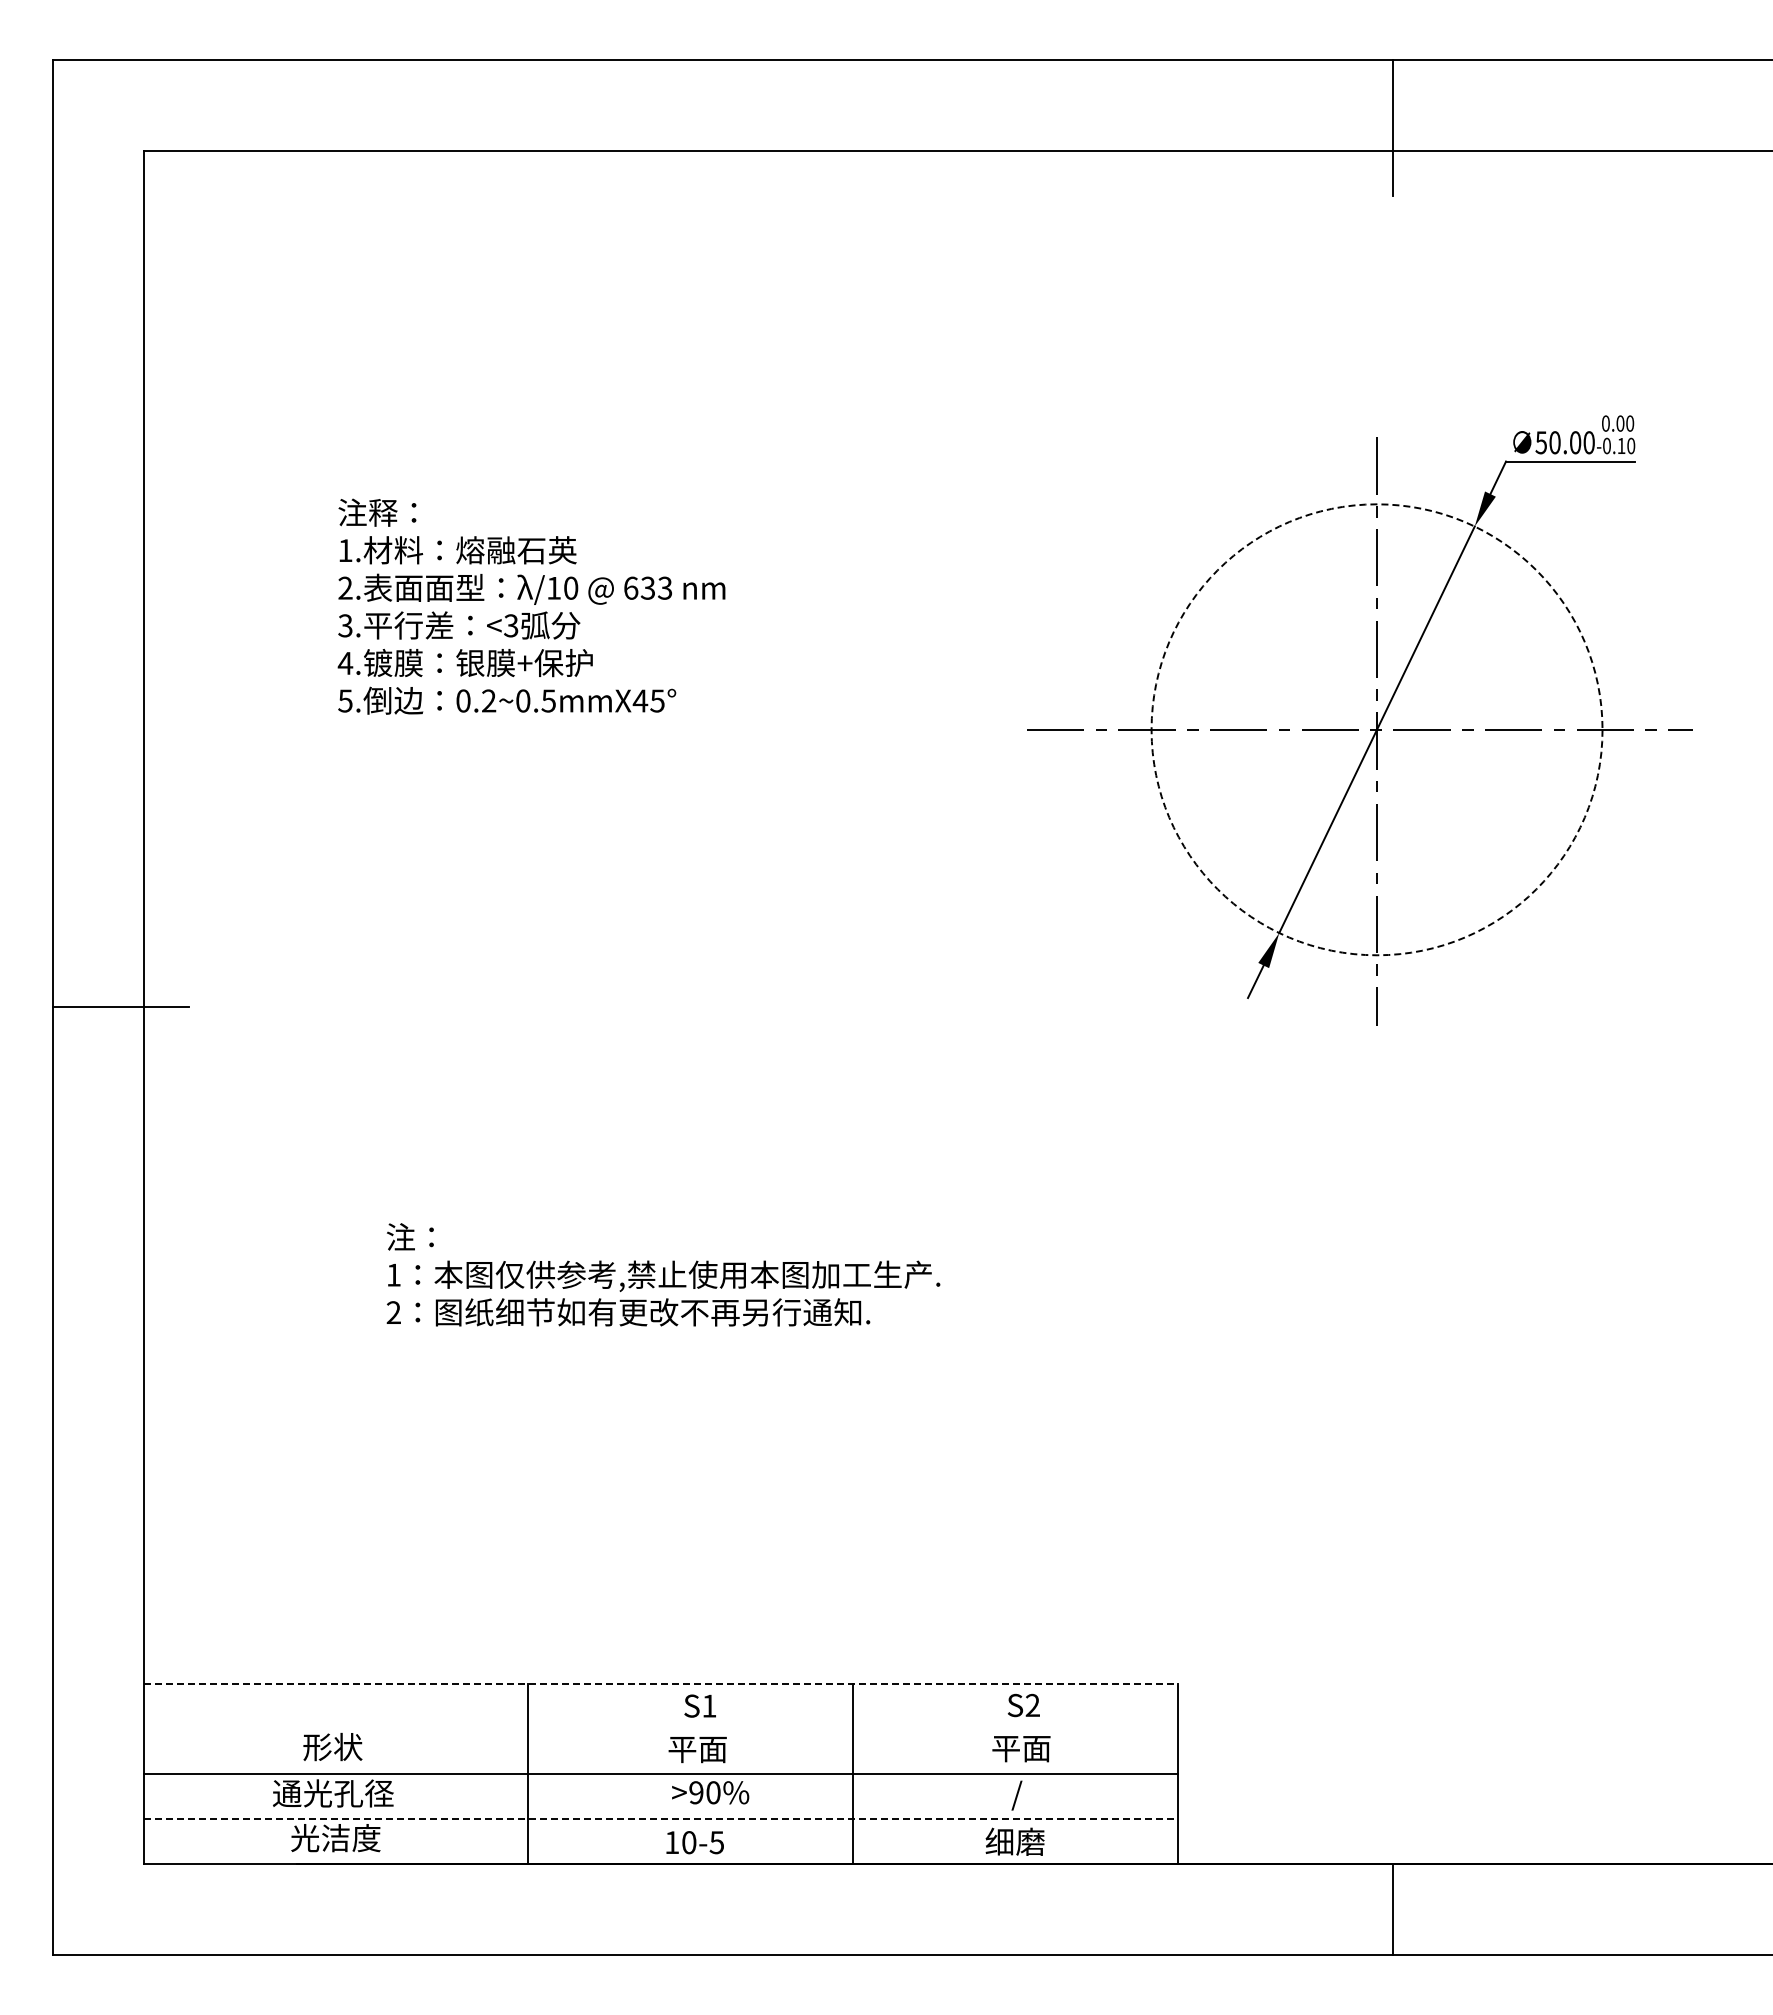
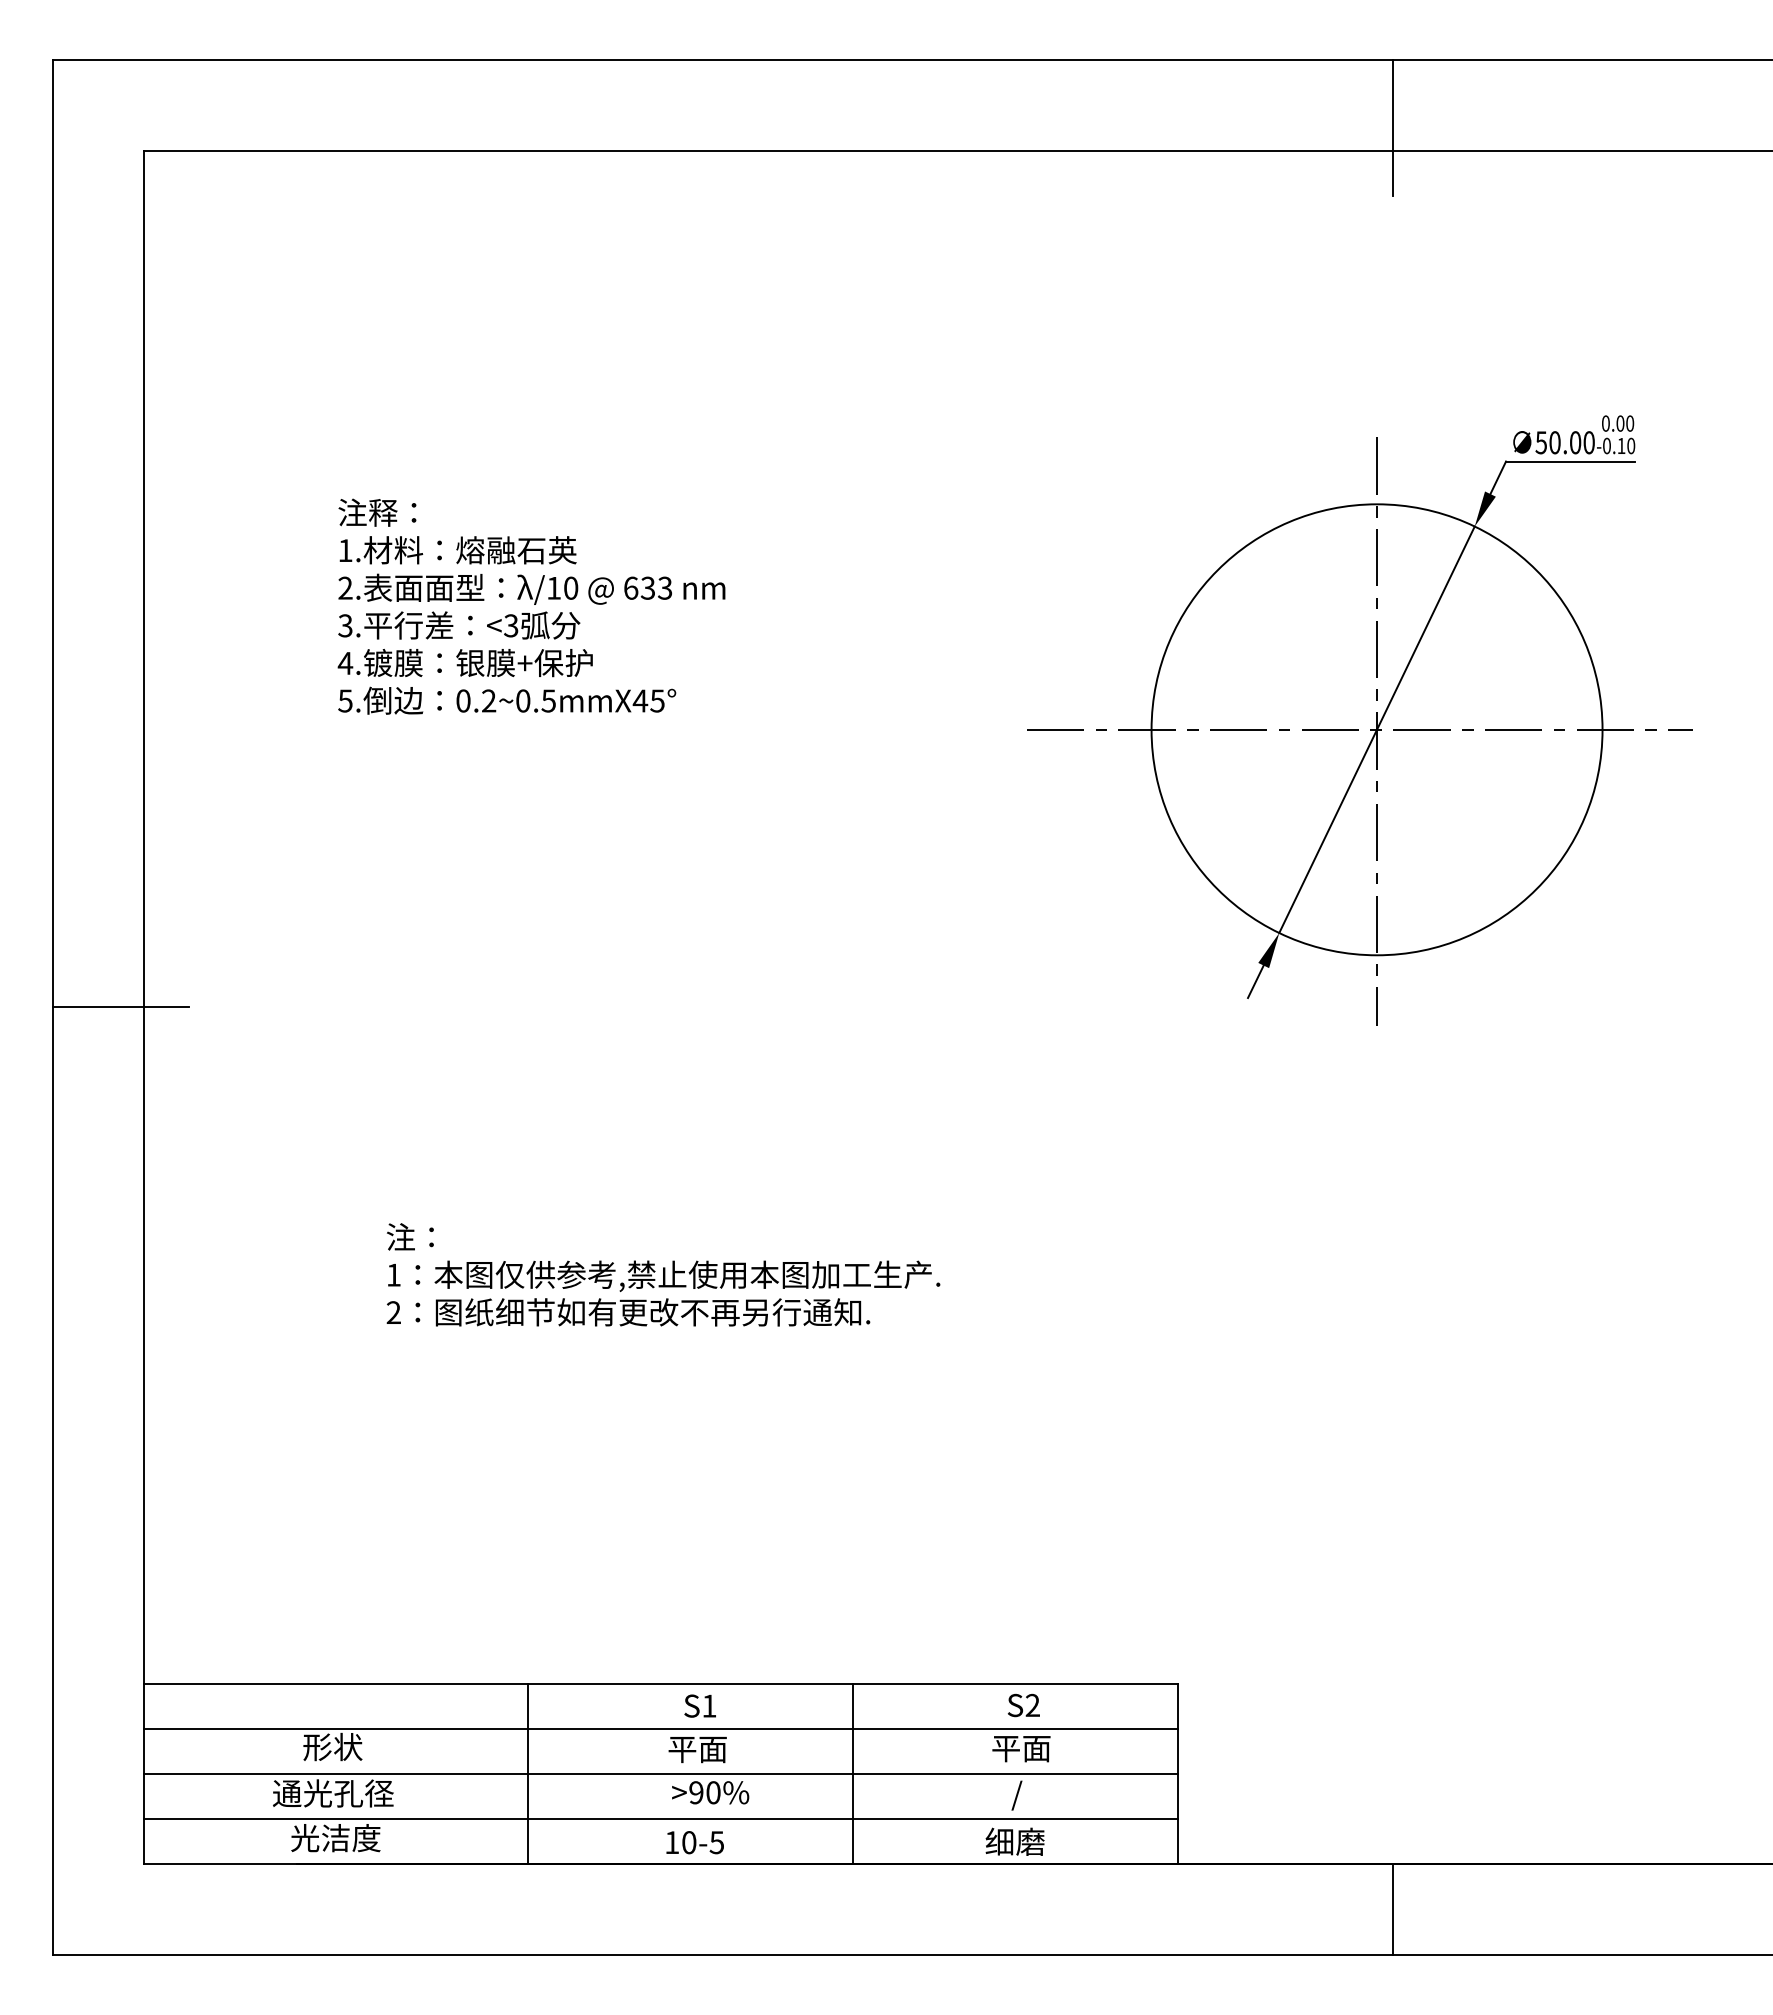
circle at (1376, 729): dashed -> solid
line at (661, 1683): dashed -> solid
line at (660, 1729): none -> present
line at (661, 1819): dashed -> solid
